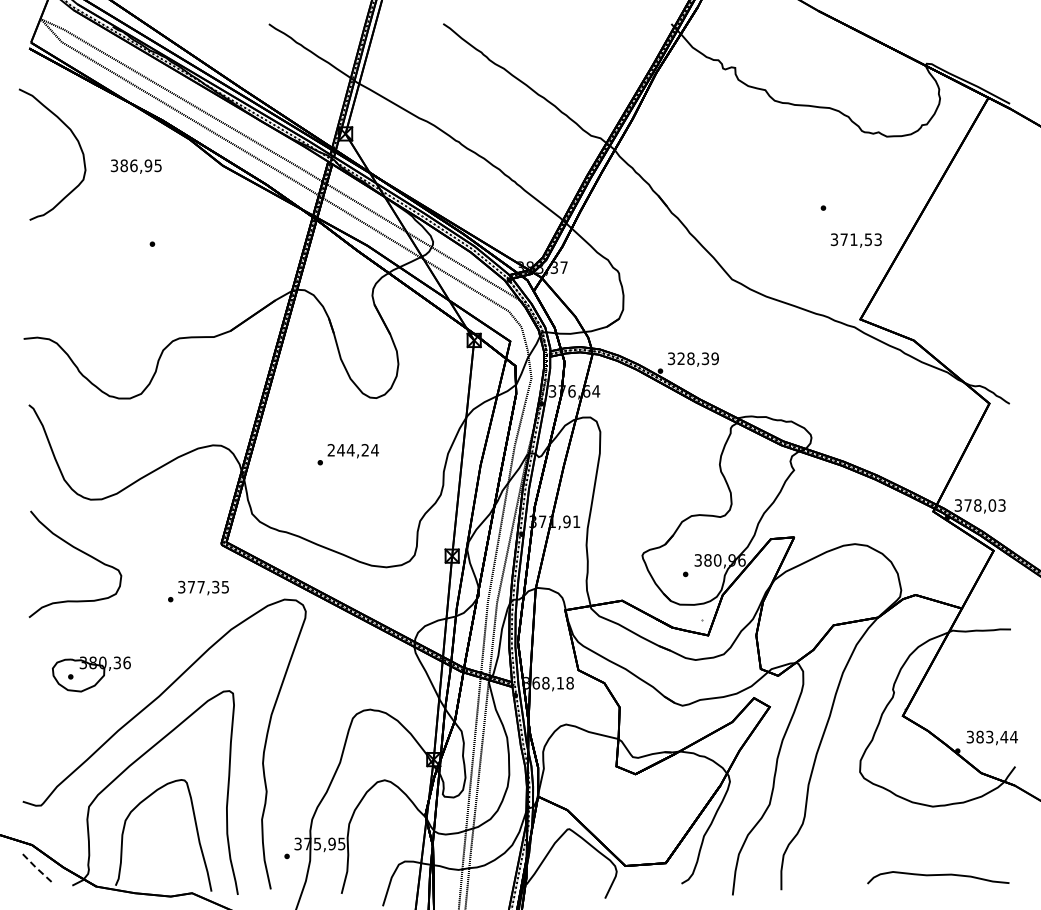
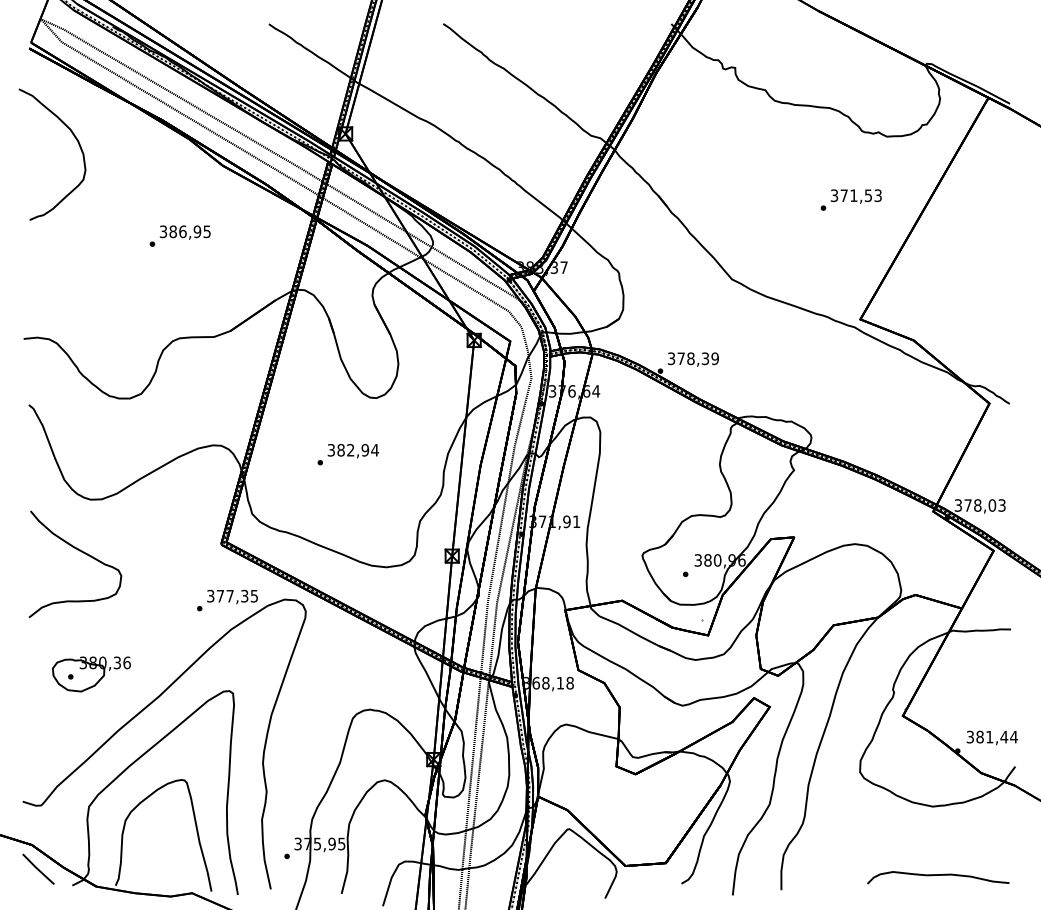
text at (135, 166) position: (135, 166) -> (184, 232)
text at (855, 240) position: (855, 240) -> (855, 196)
text at (680, 358): 328,39 -> 378,39
text at (348, 450): 244,24 -> 382,94
text at (198, 591) position: (198, 591) -> (227, 600)
text at (989, 736): 383,44 -> 381,44
line at (37, 869): dashed -> solid
